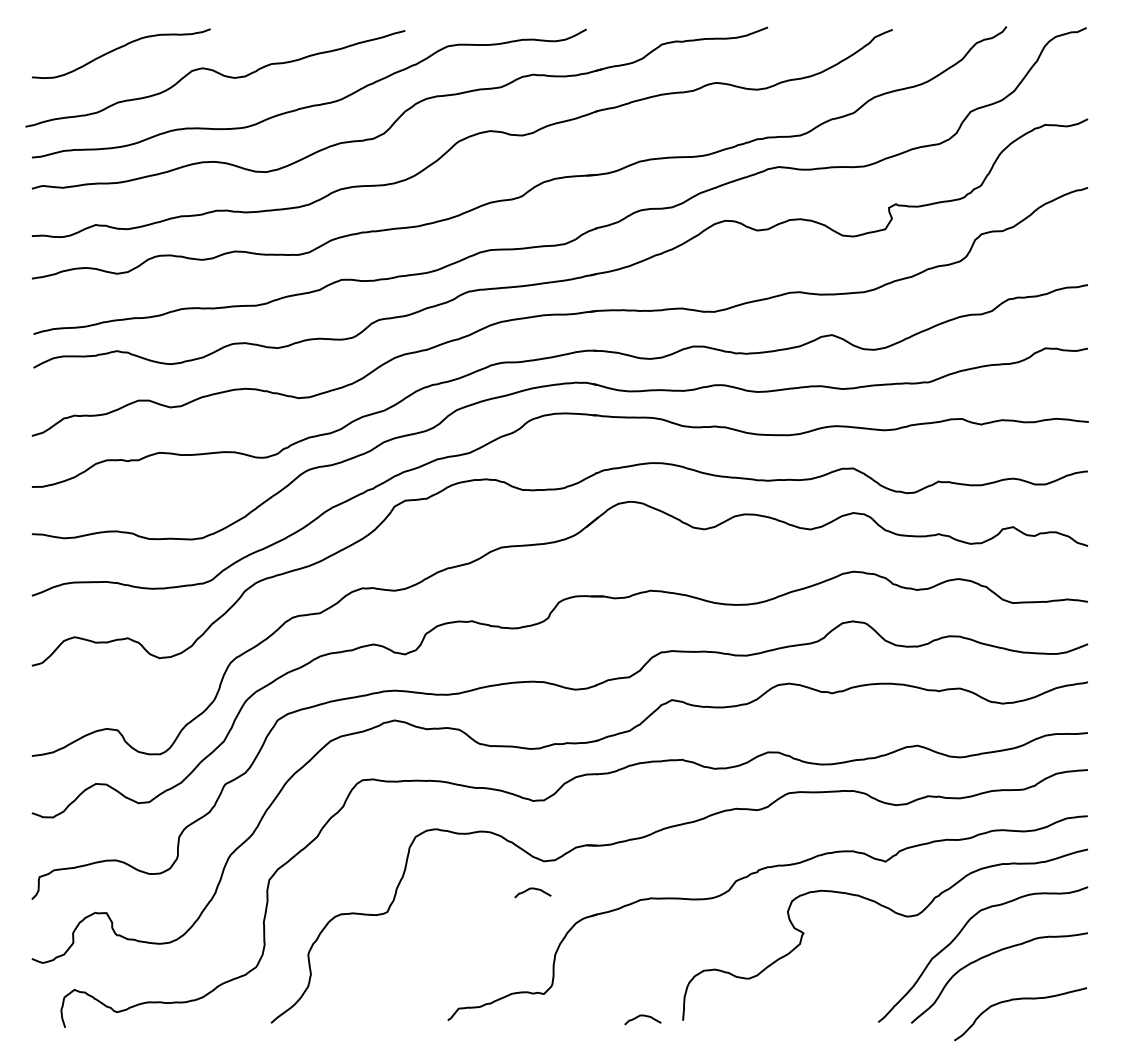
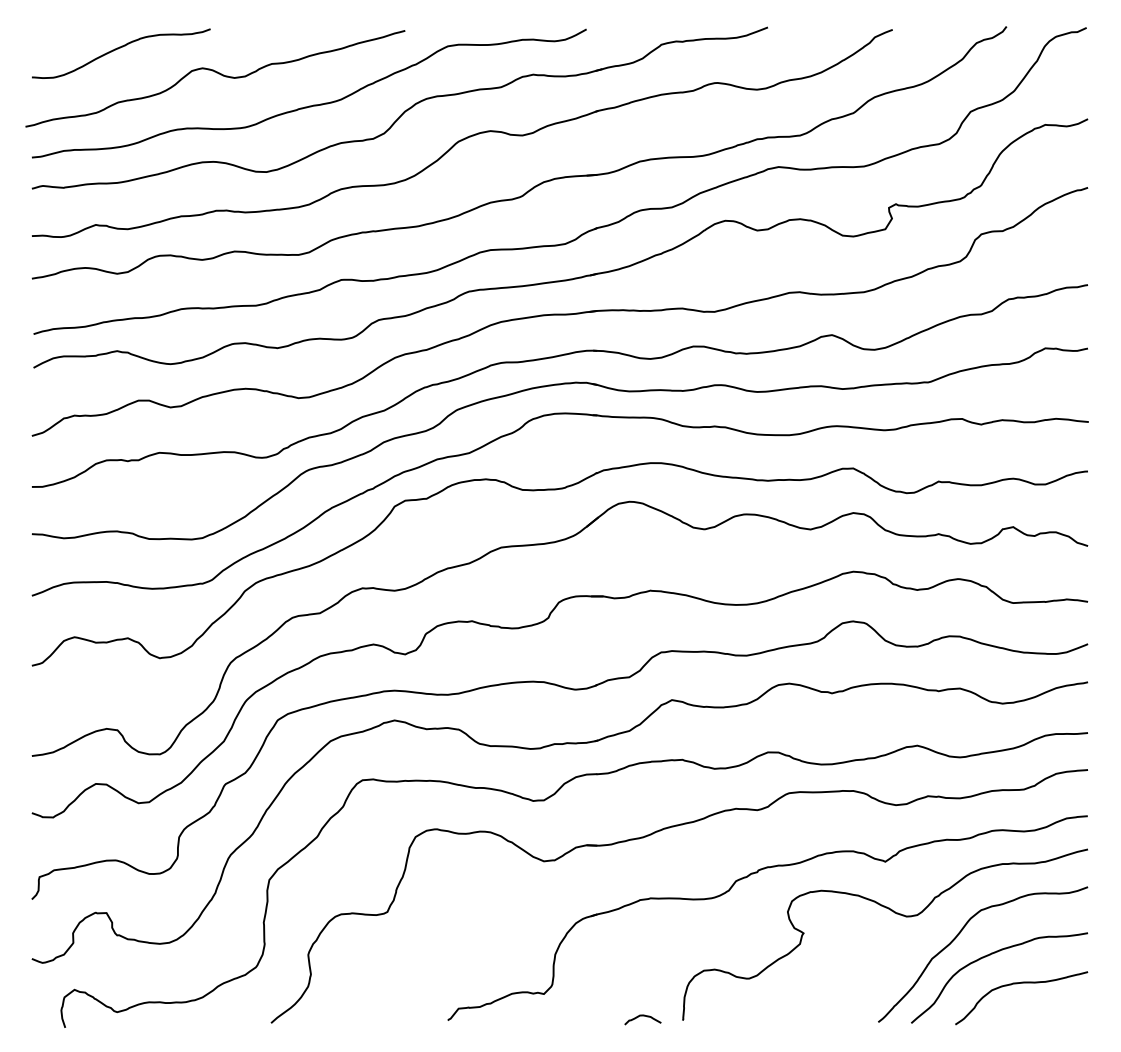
curve at (532, 889): present -> none
curve at (1016, 1000) position: (1016, 1000) -> (1017, 984)
